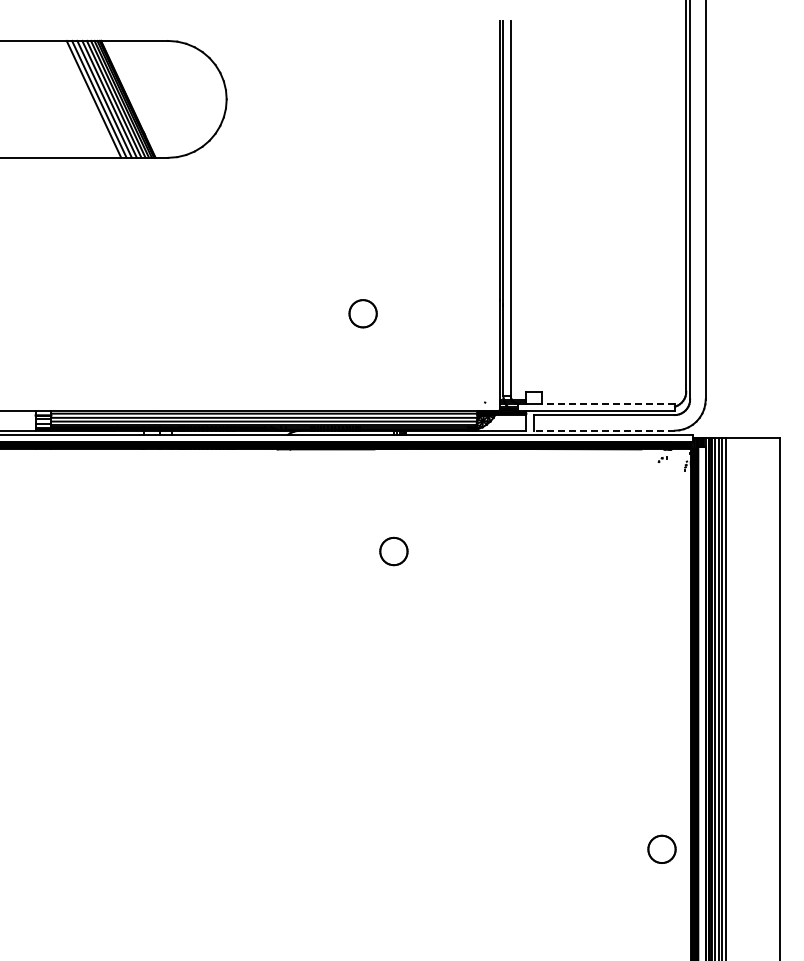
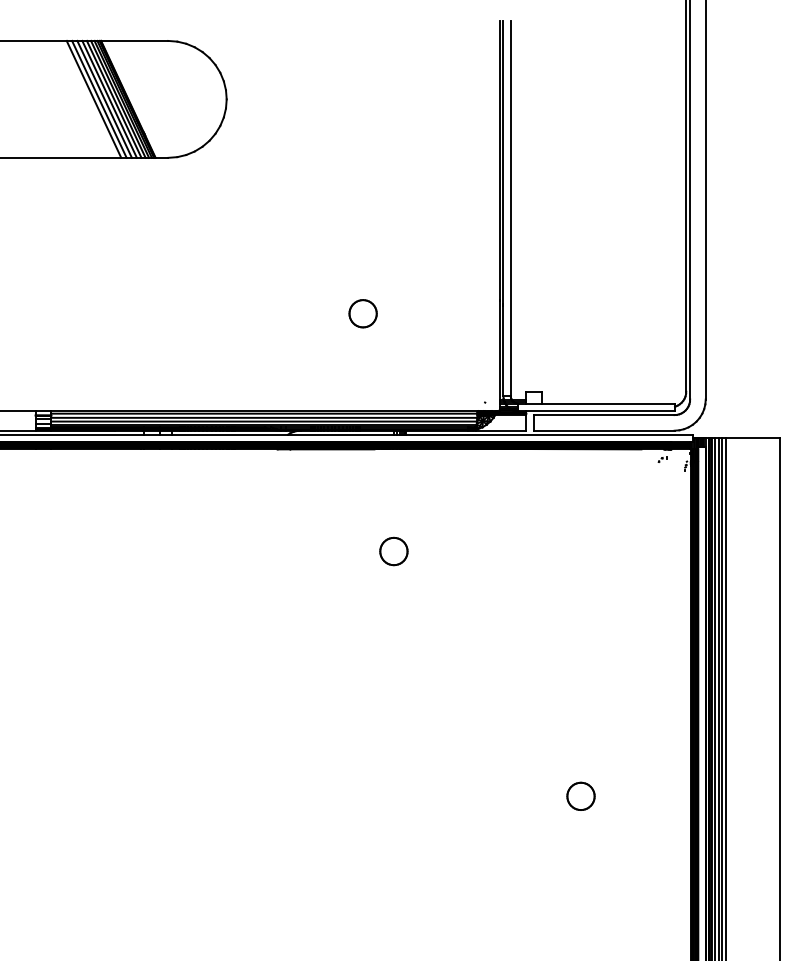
line at (608, 403): dashed -> solid
line at (603, 430): dashed -> solid
part at (661, 848) position: (661, 848) -> (580, 795)
